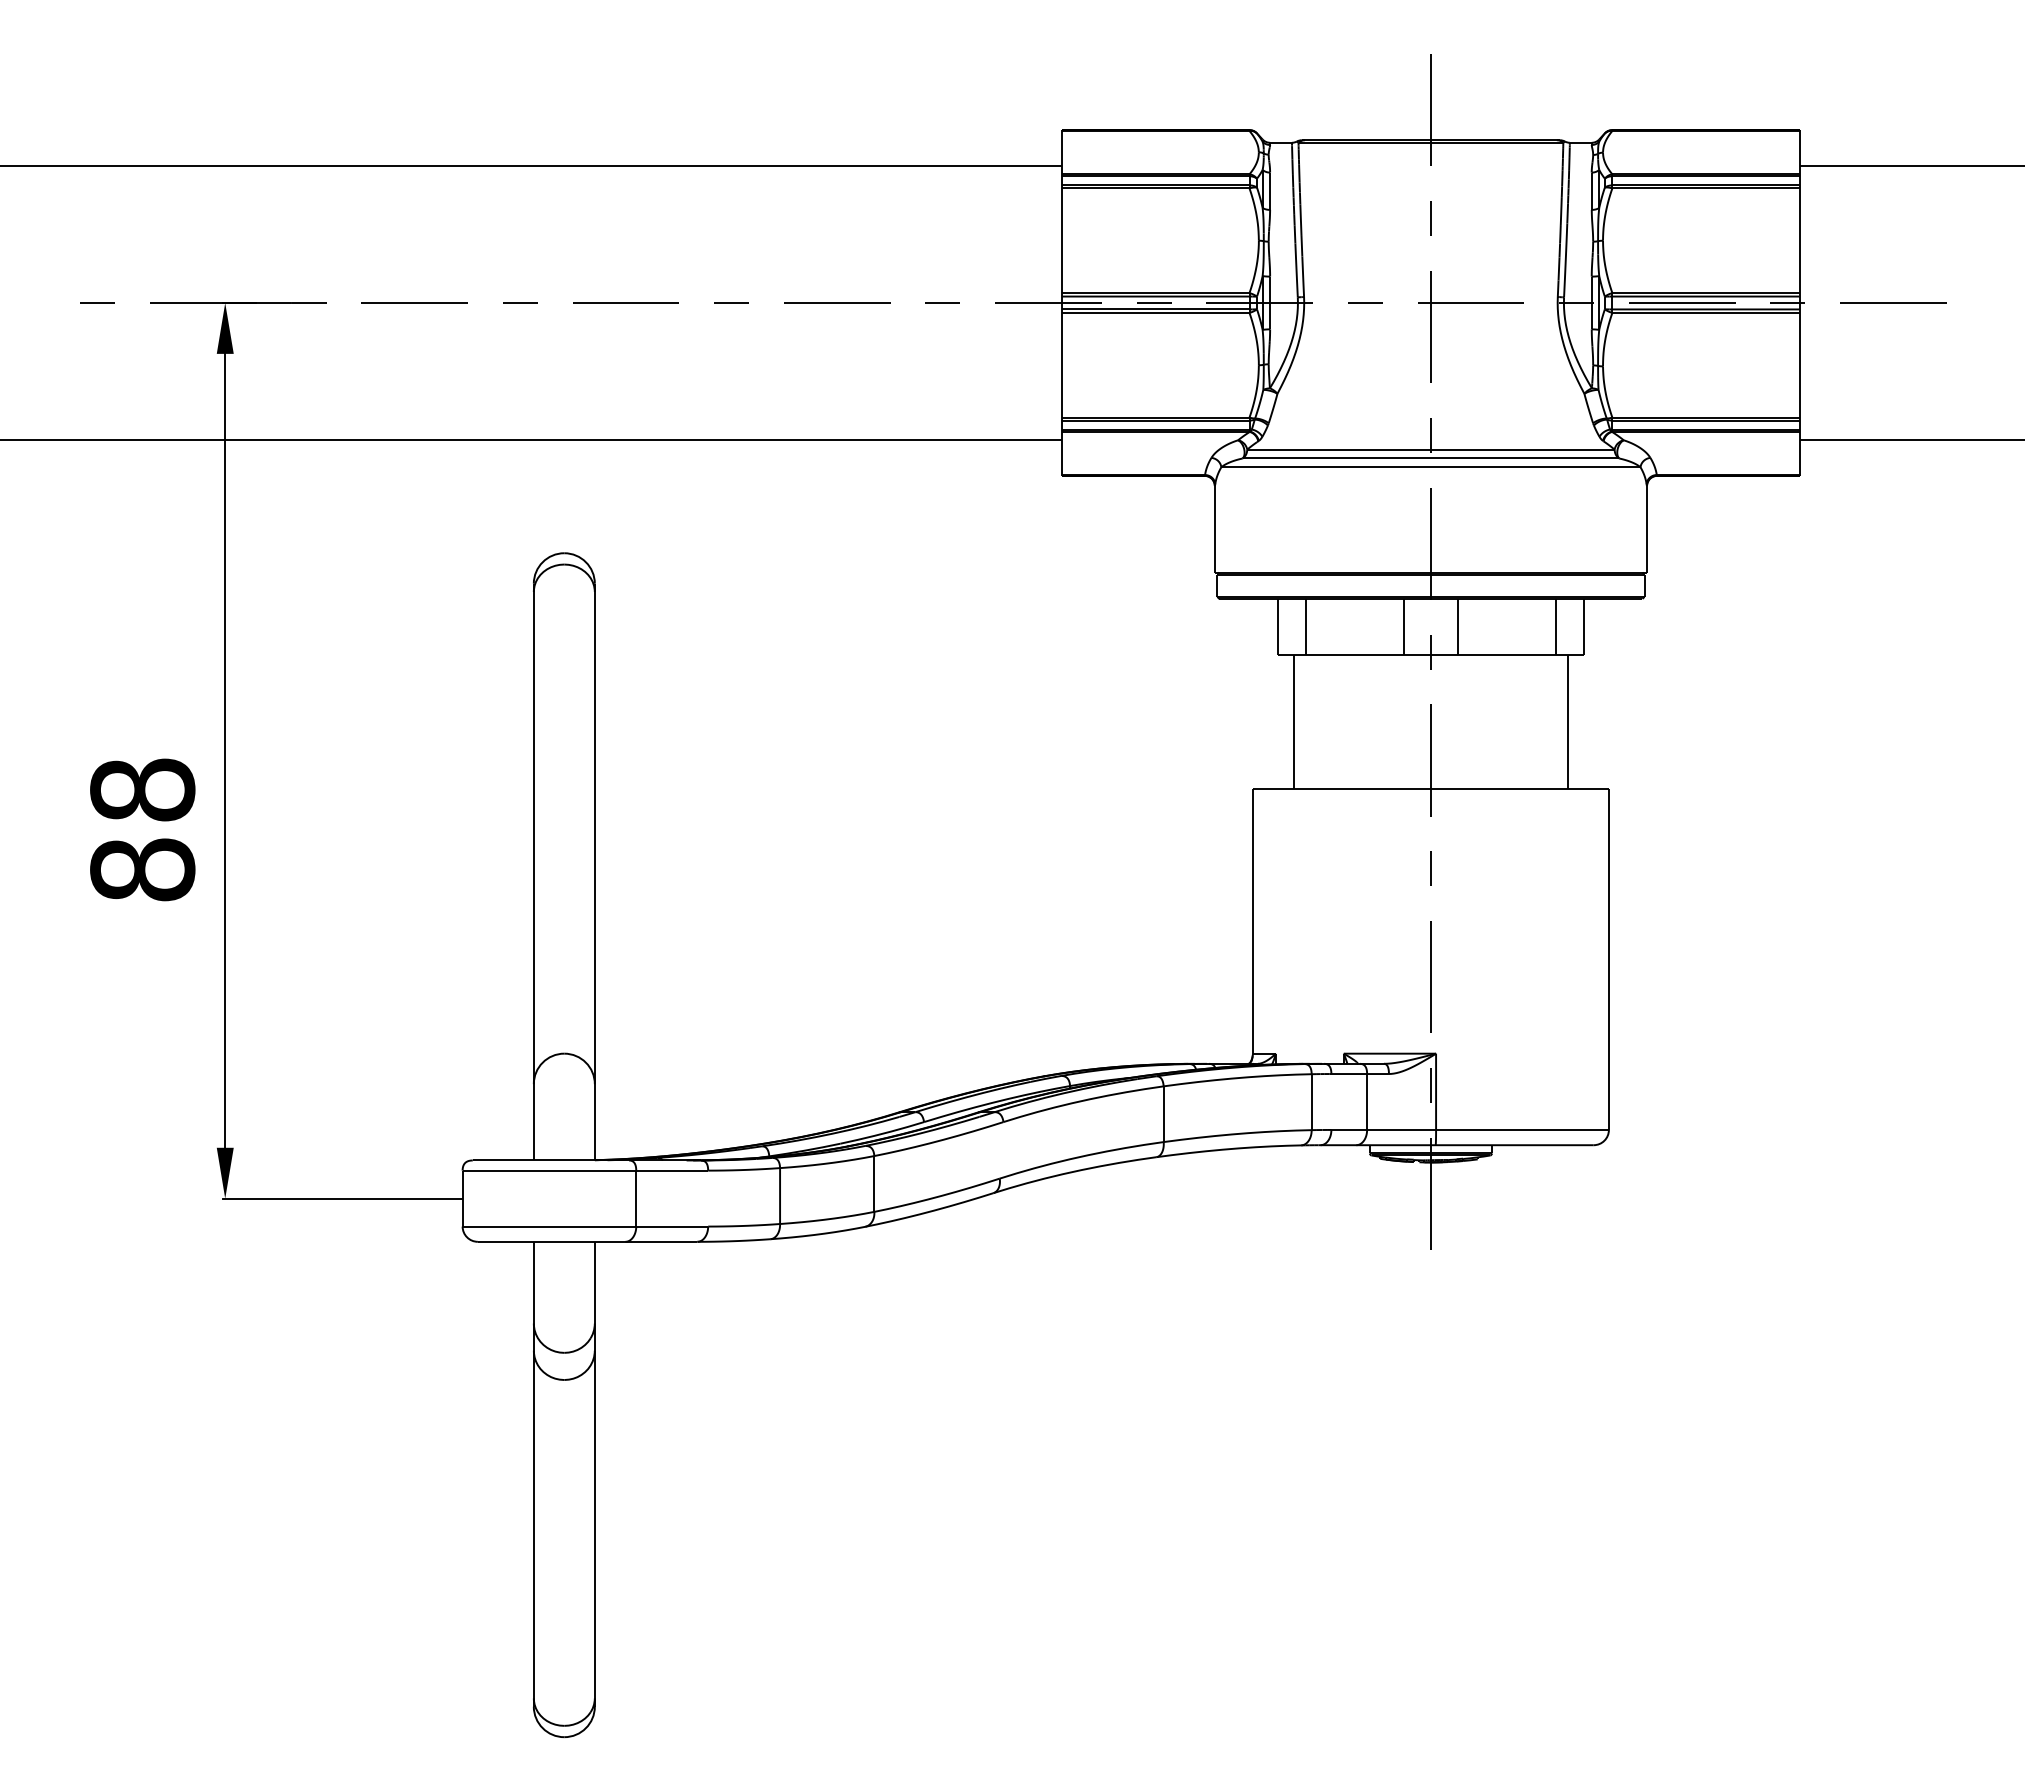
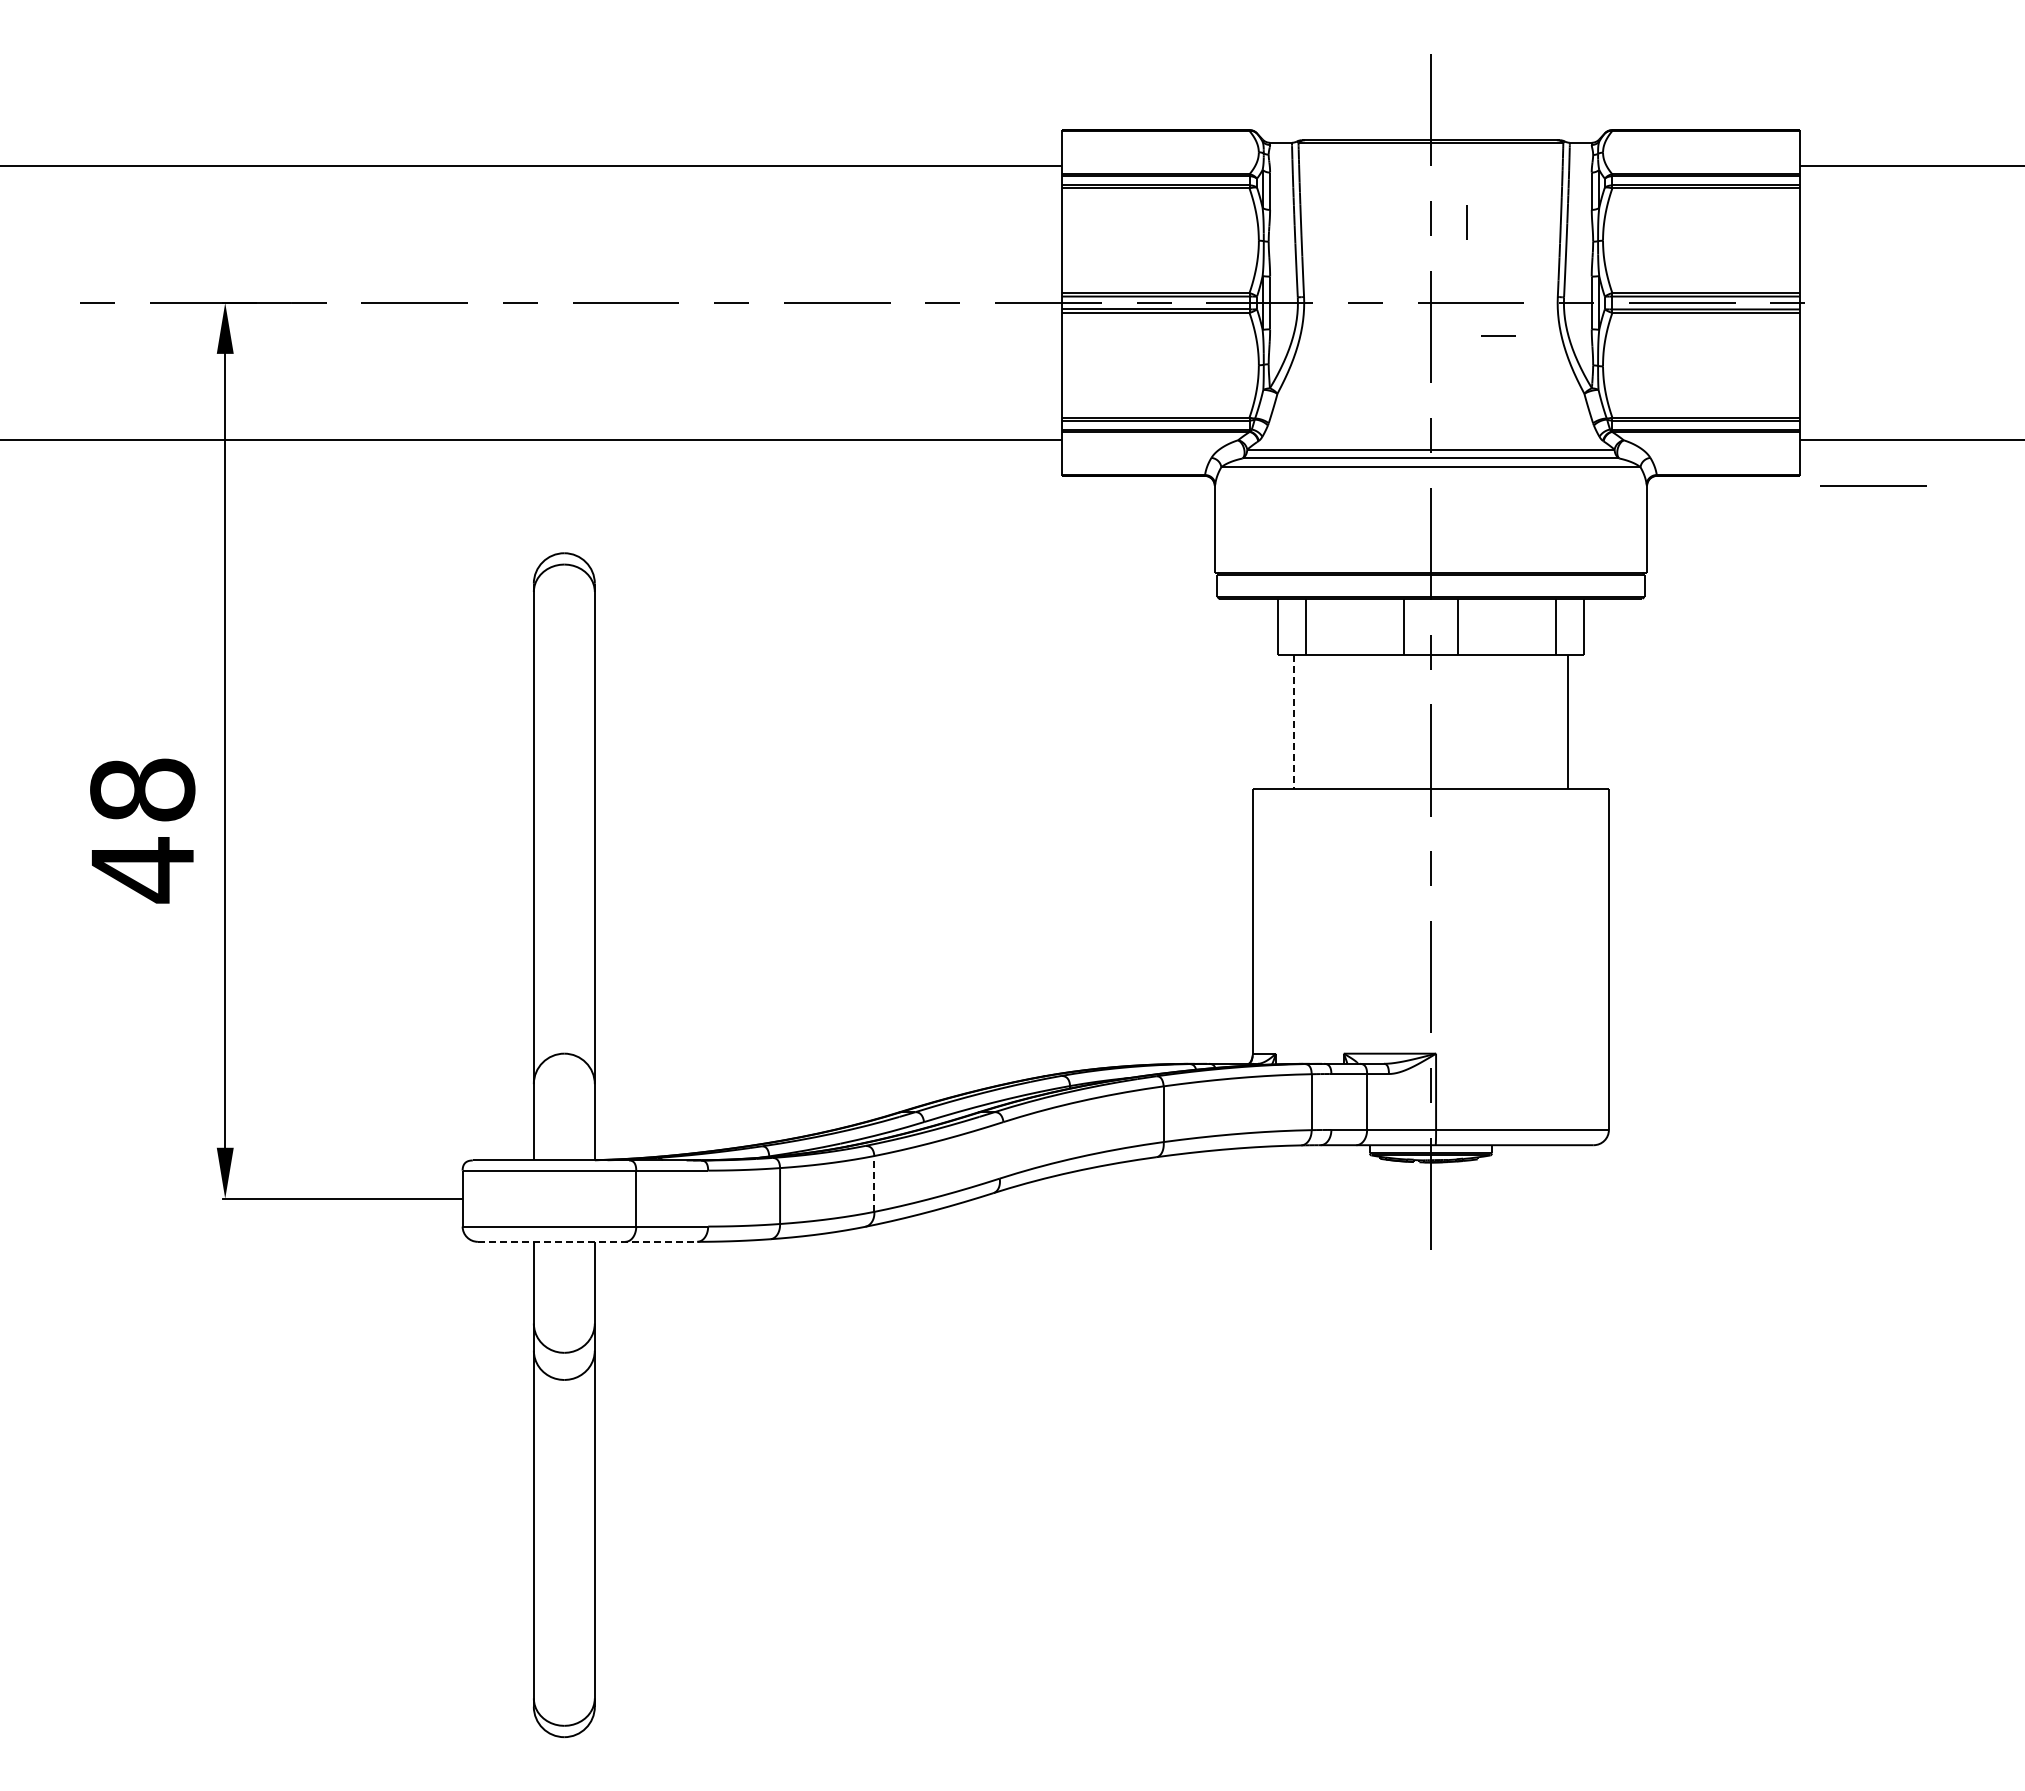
line at (1466, 222): none -> present
line at (1893, 302) position: (1893, 302) -> (1873, 485)
line at (1498, 335): none -> present
line at (1293, 722): solid -> dashed
text at (142, 870): 88 -> 48
line at (874, 1183): solid -> dashed
line at (587, 1241): solid -> dashed
